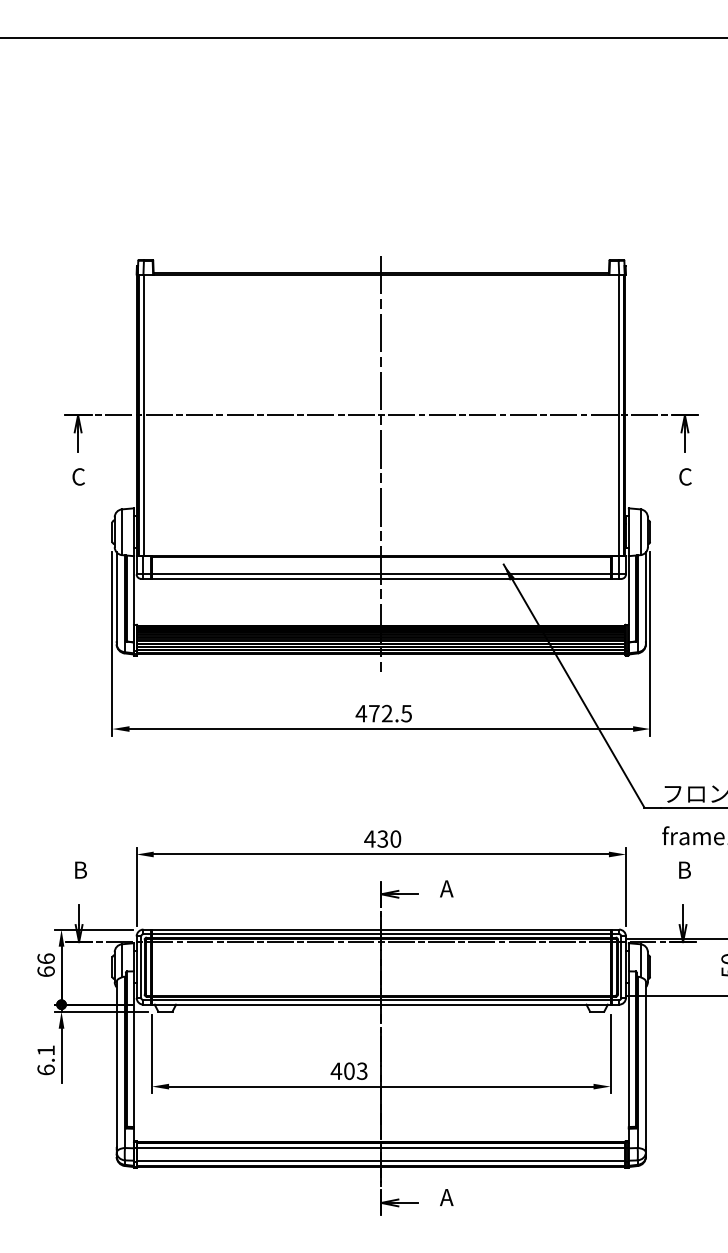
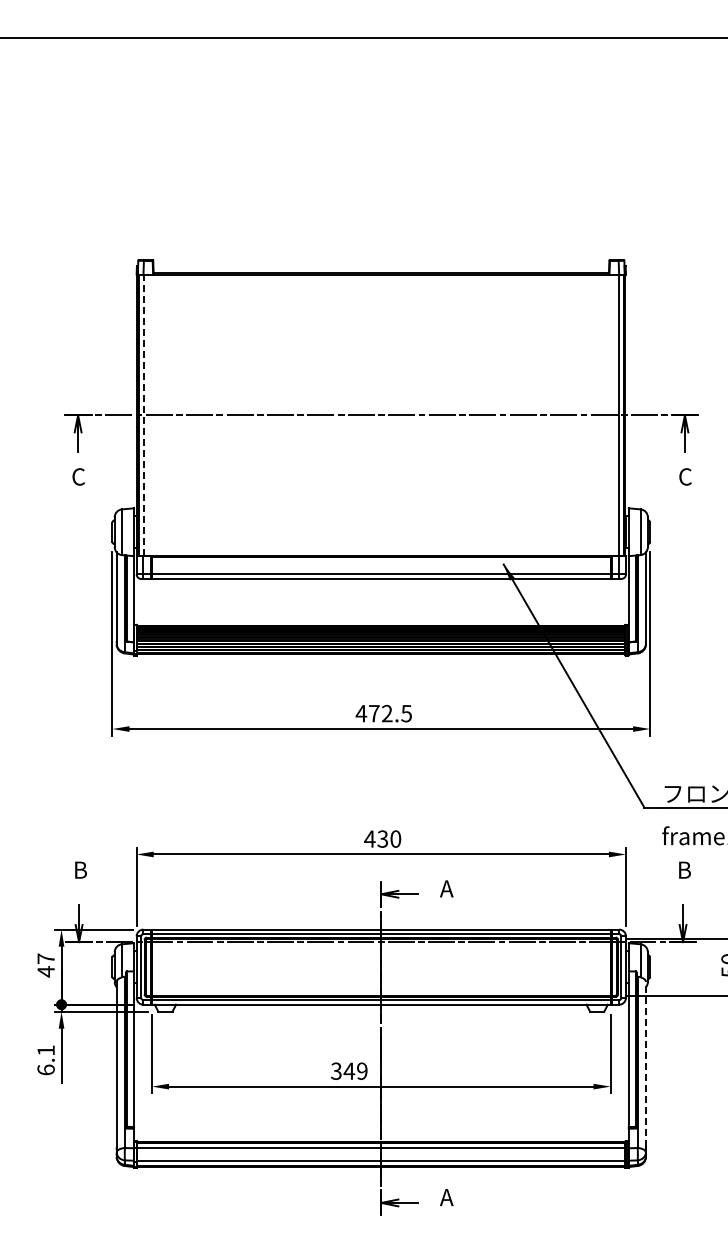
line at (143, 415): solid -> dashed
line at (381, 463): present -> none
text at (45, 965): 66 -> 47
line at (645, 1064): solid -> dashed
text at (348, 1070): 403 -> 349
